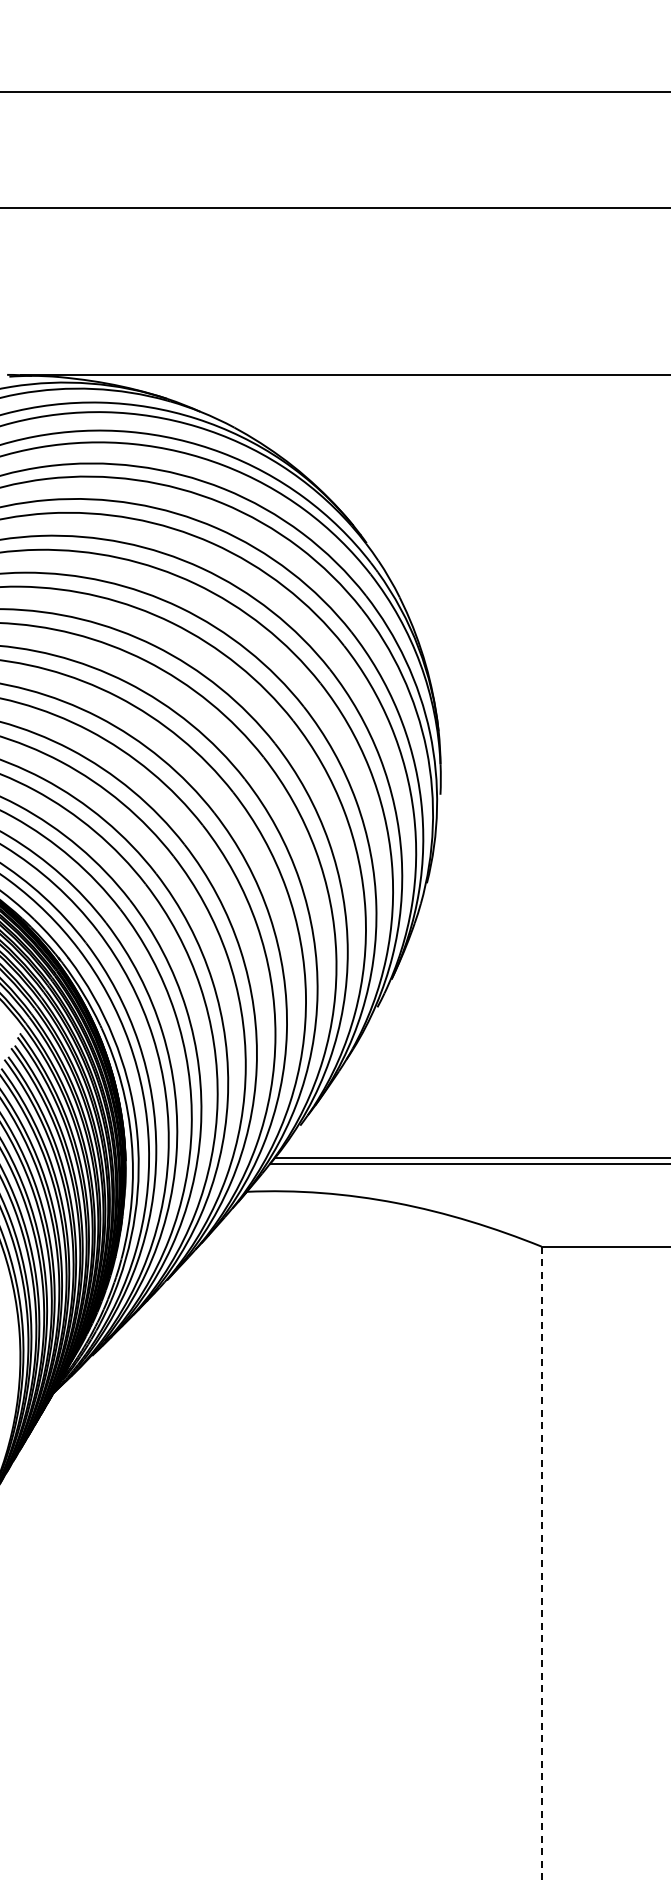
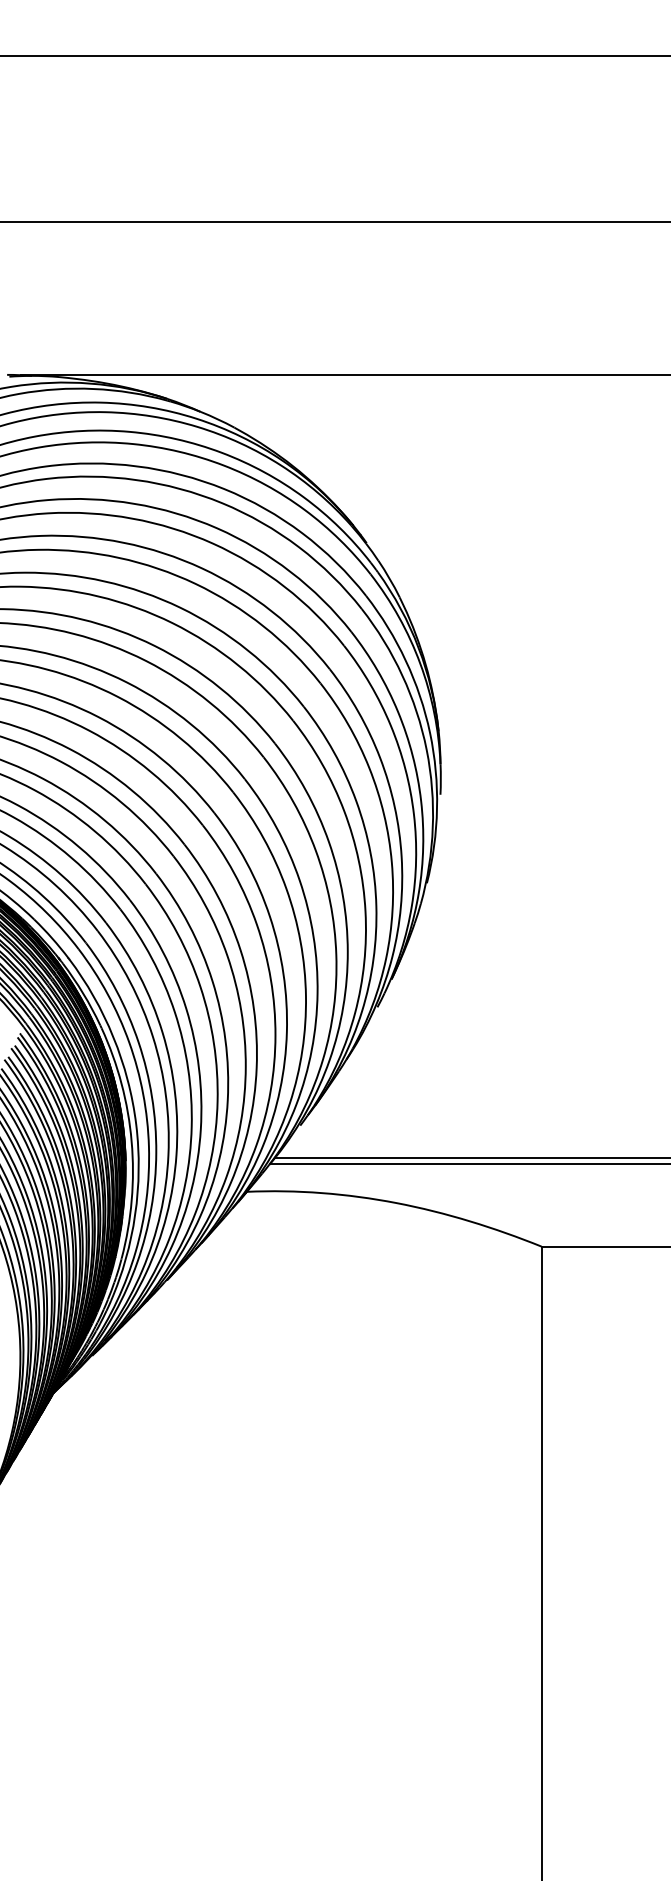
line at (334, 92) position: (334, 92) -> (334, 56)
line at (334, 208) position: (334, 208) -> (334, 222)
line at (541, 1564): dashed -> solid
